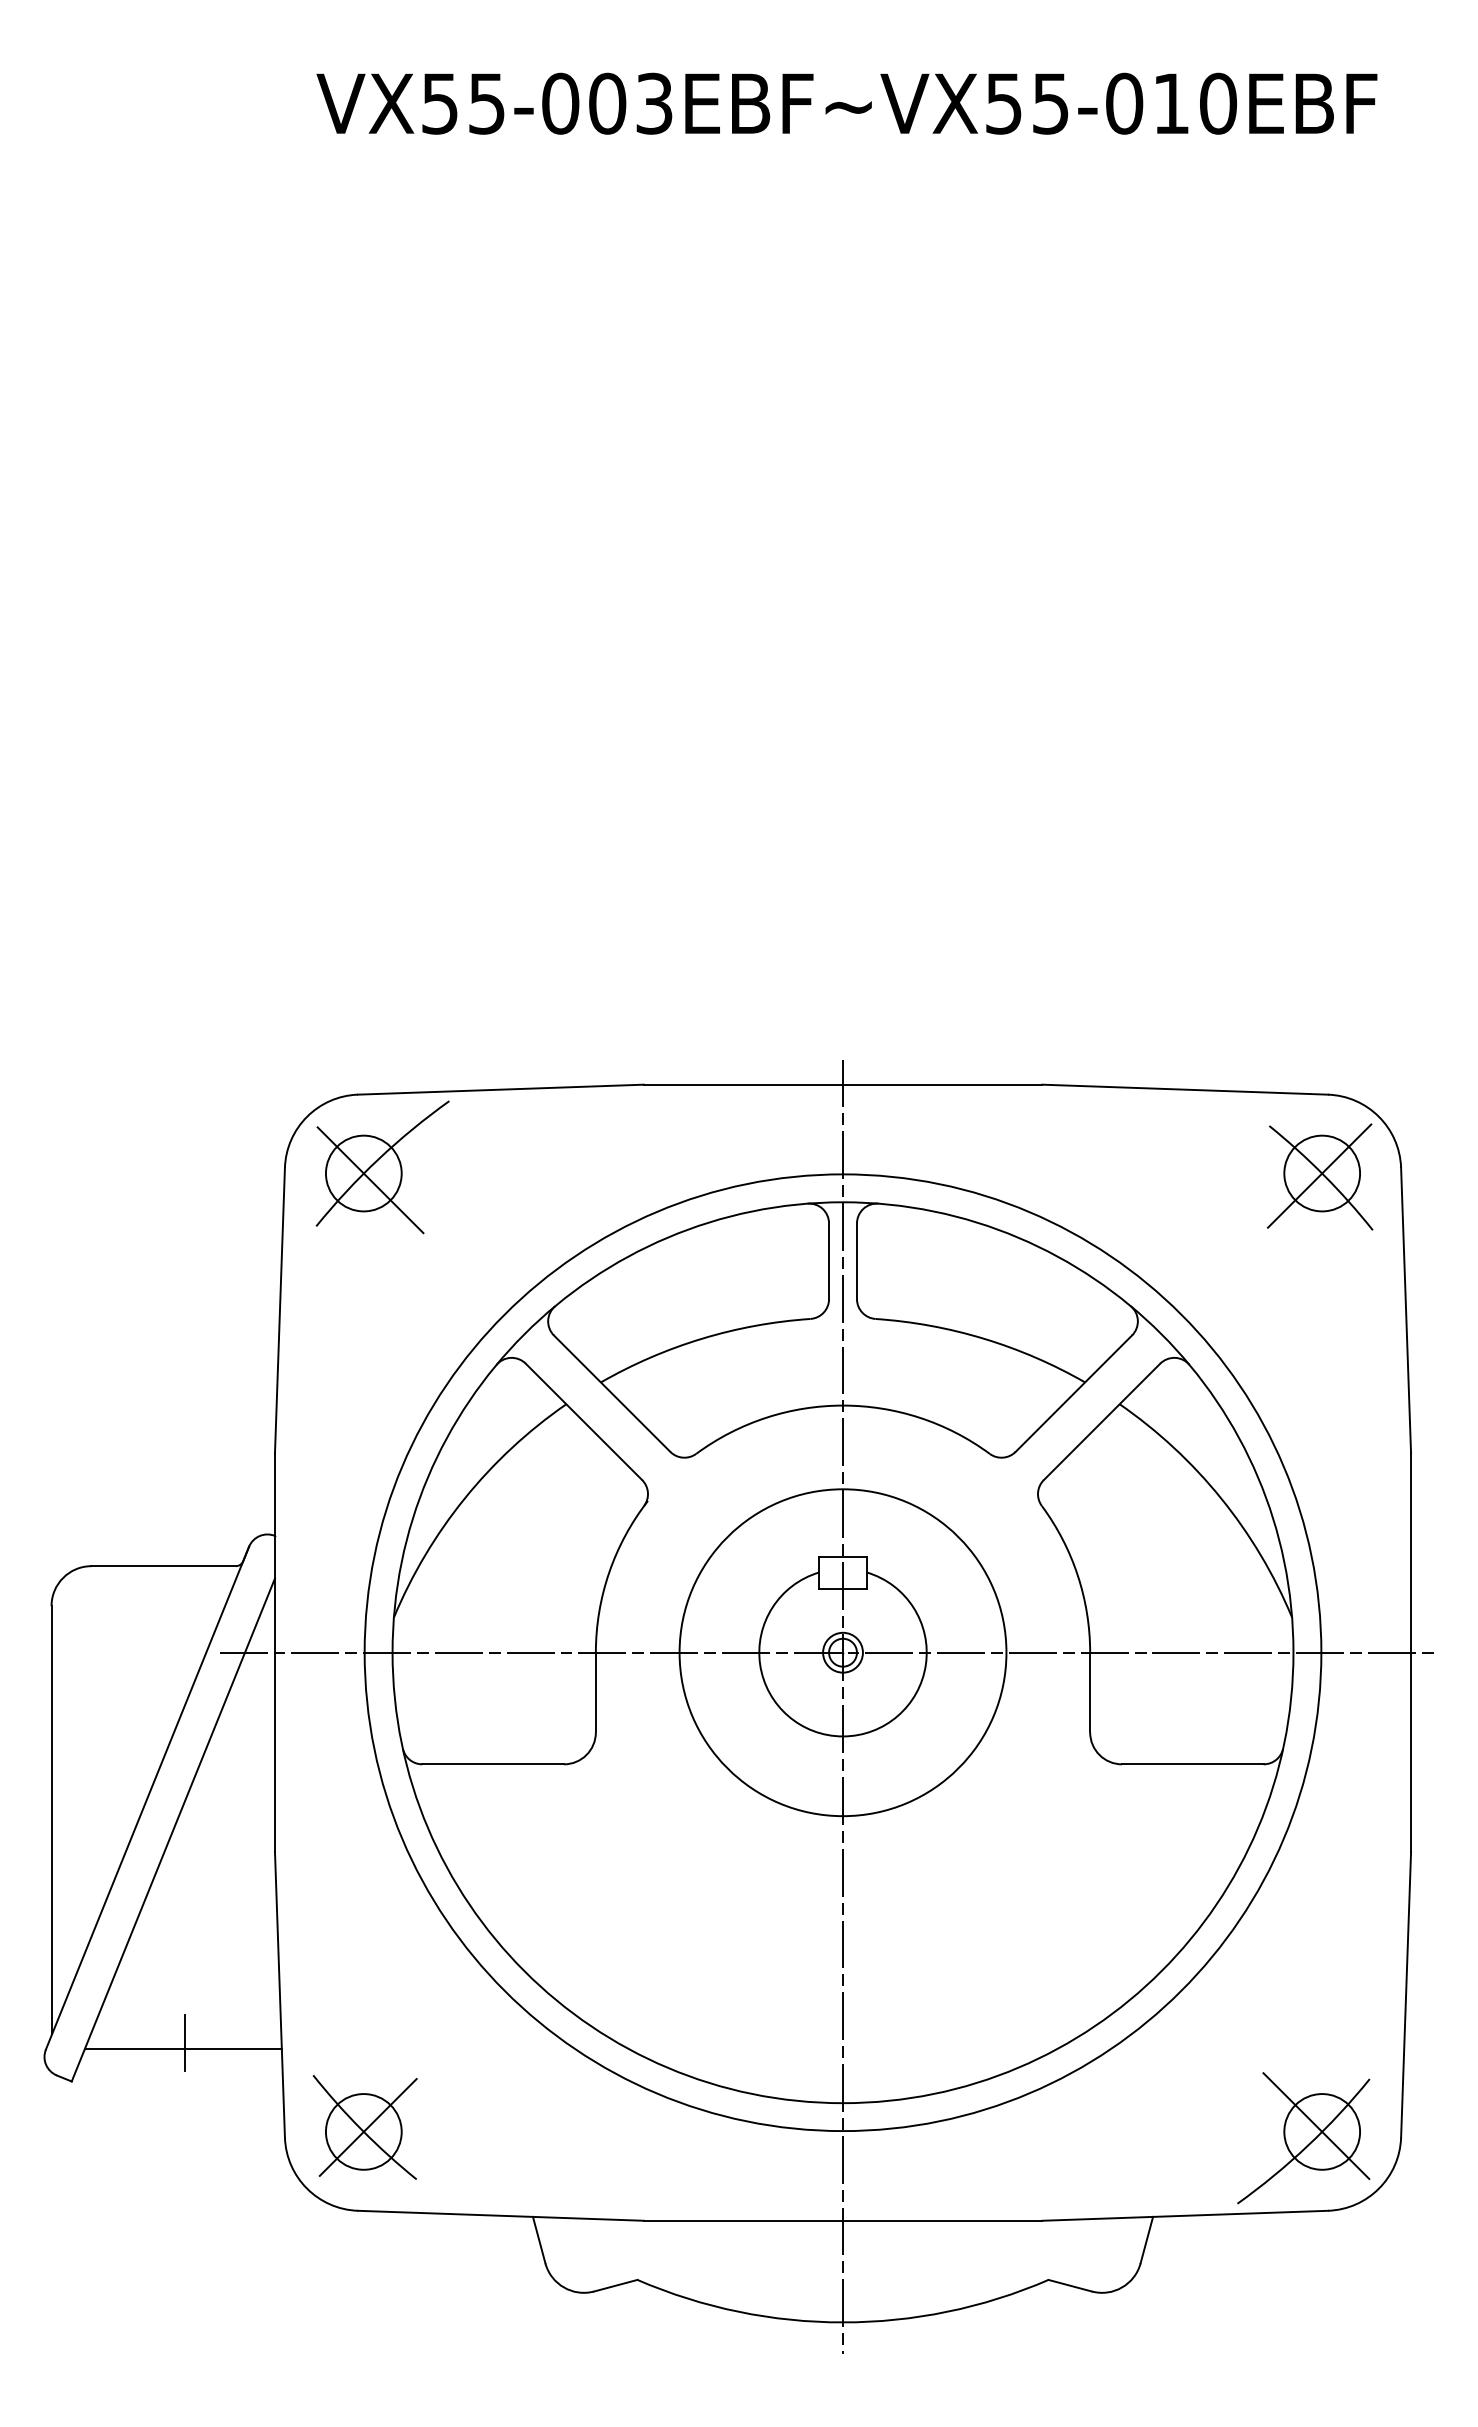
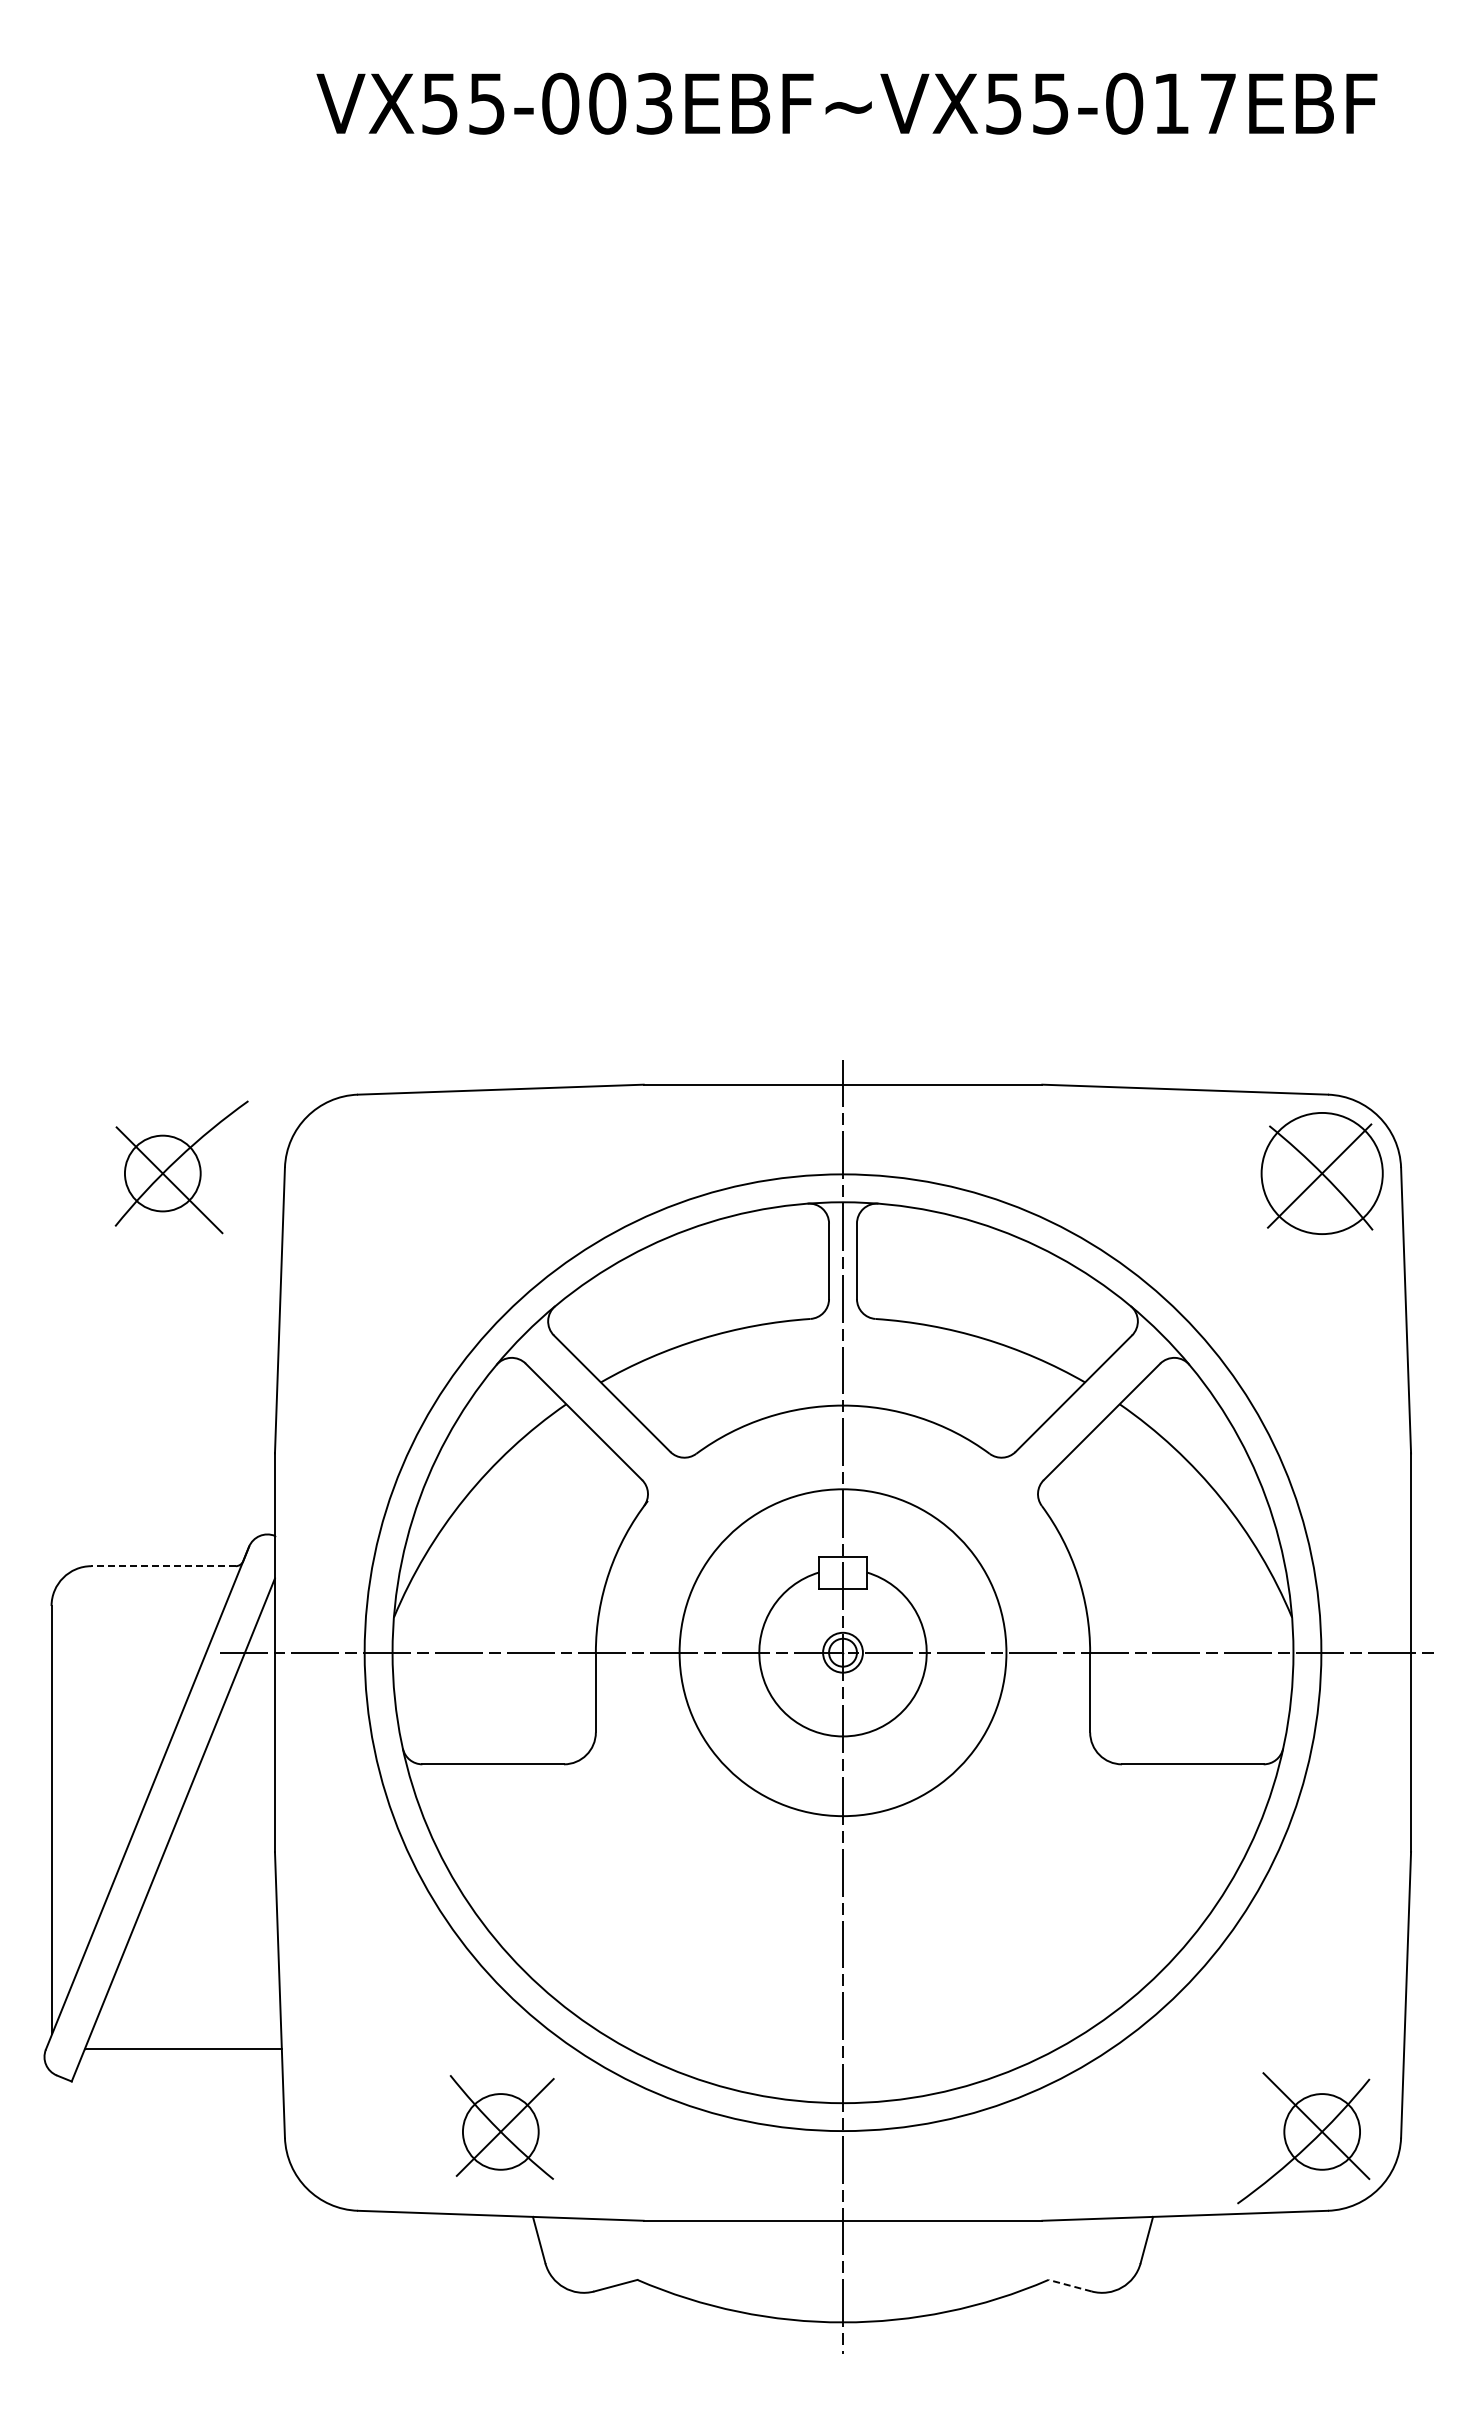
text at (1218, 103): VX55-003EBF~VX55-010EBF -> VX55-003EBF~VX55-017EBF
part at (382, 1167) position: (382, 1167) -> (181, 1167)
circle at (1322, 1173) diameter: 76 px -> 121 px
line at (163, 1566): solid -> dashed
line at (185, 2042): present -> none
part at (364, 2127) position: (364, 2127) -> (501, 2127)
line at (1069, 2285): solid -> dashed
